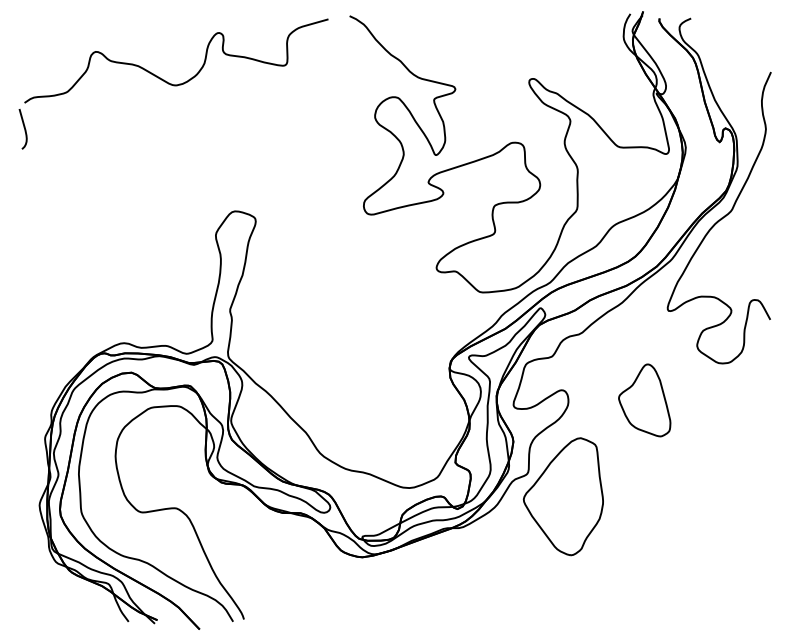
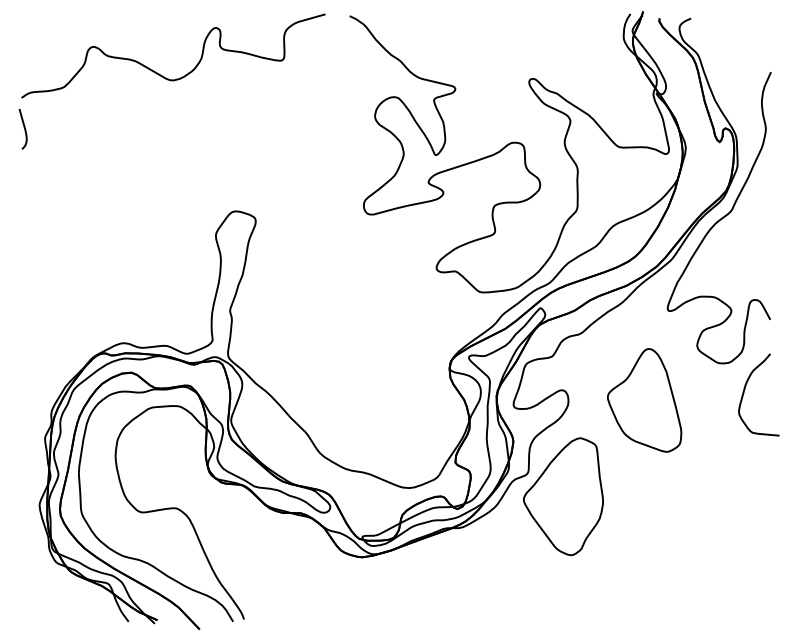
curve at (188, 79) position: (188, 79) -> (185, 74)
curve at (745, 389): none -> present
part at (644, 400) size: 54x75 px -> 76x105 px
